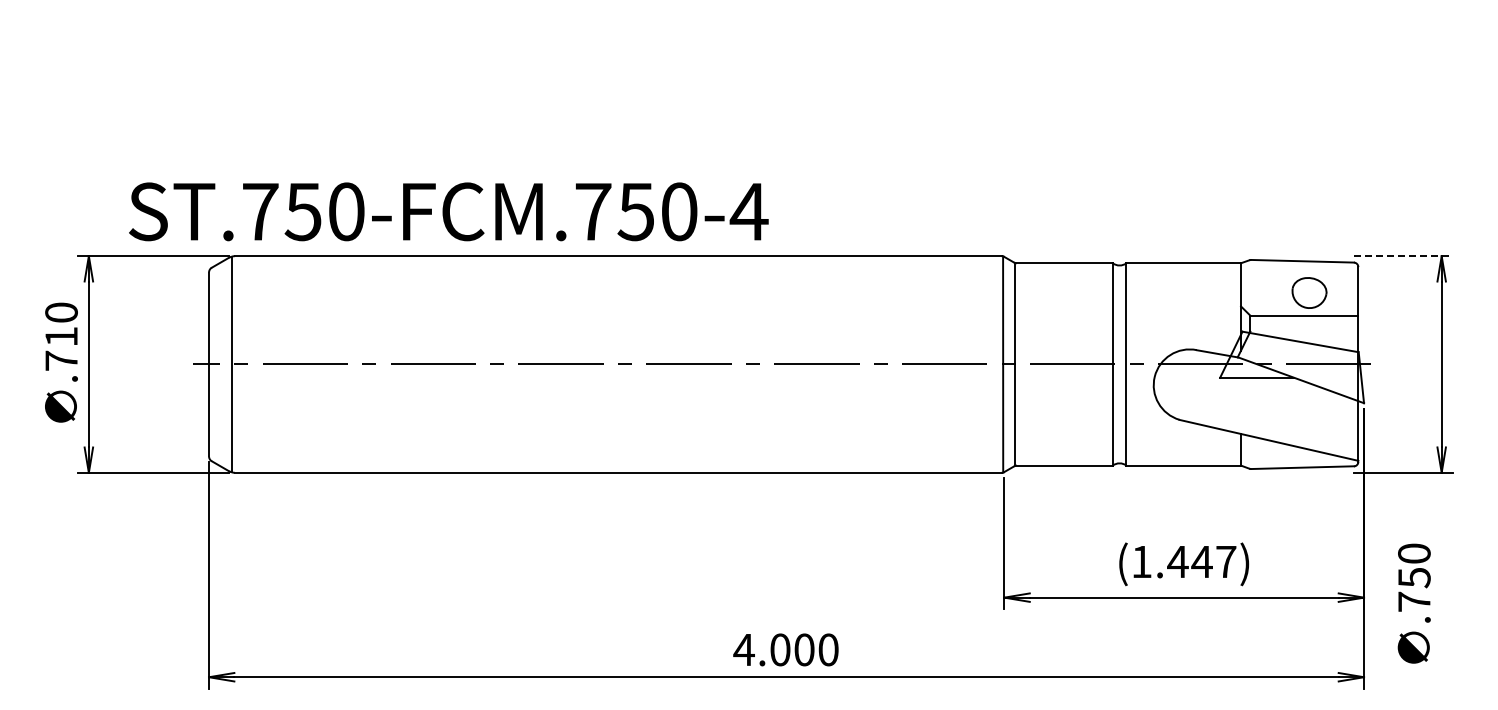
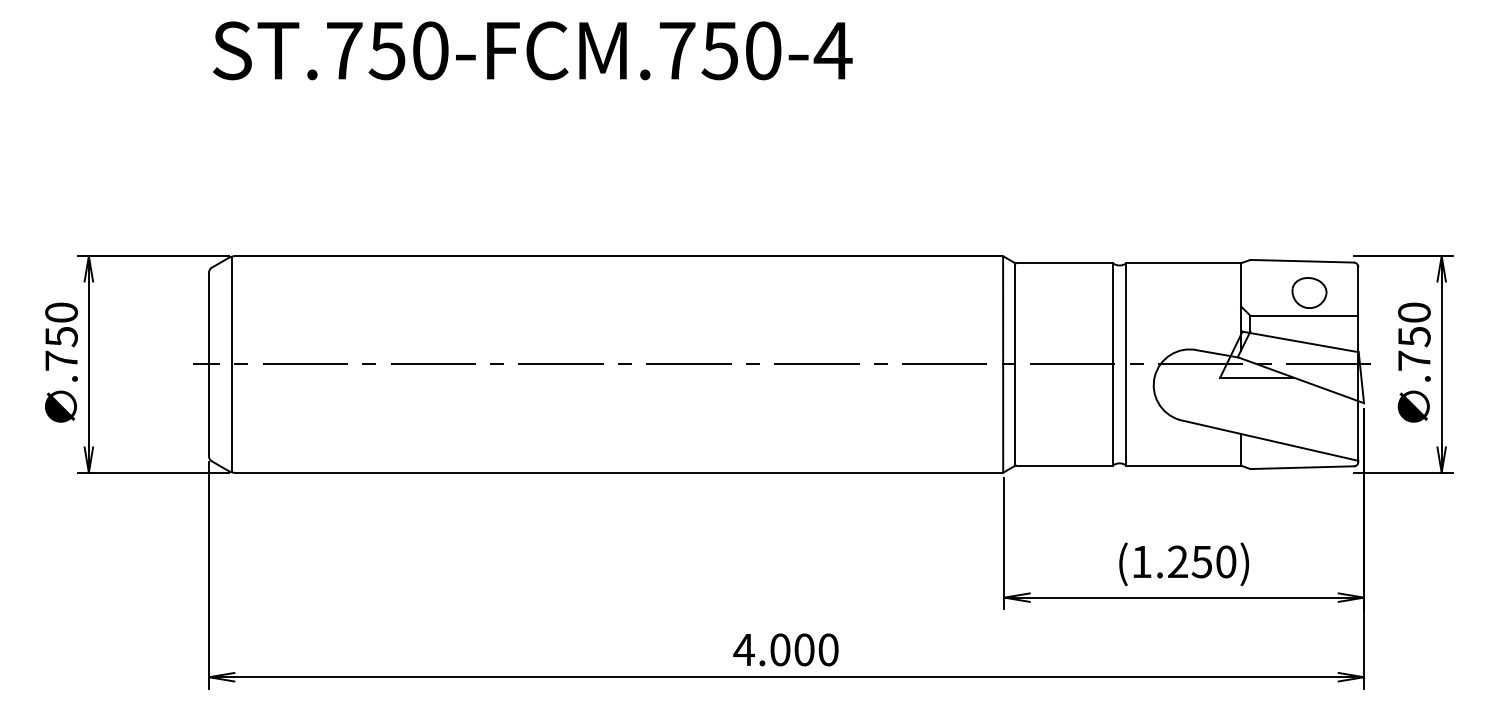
text at (448, 211) position: (448, 211) -> (532, 50)
line at (1404, 256): dashed -> solid
text at (61, 337): .710 -> .750
text at (1201, 561): (1.447) -> (1.250)
text at (1413, 603) position: (1413, 603) -> (1413, 362)
